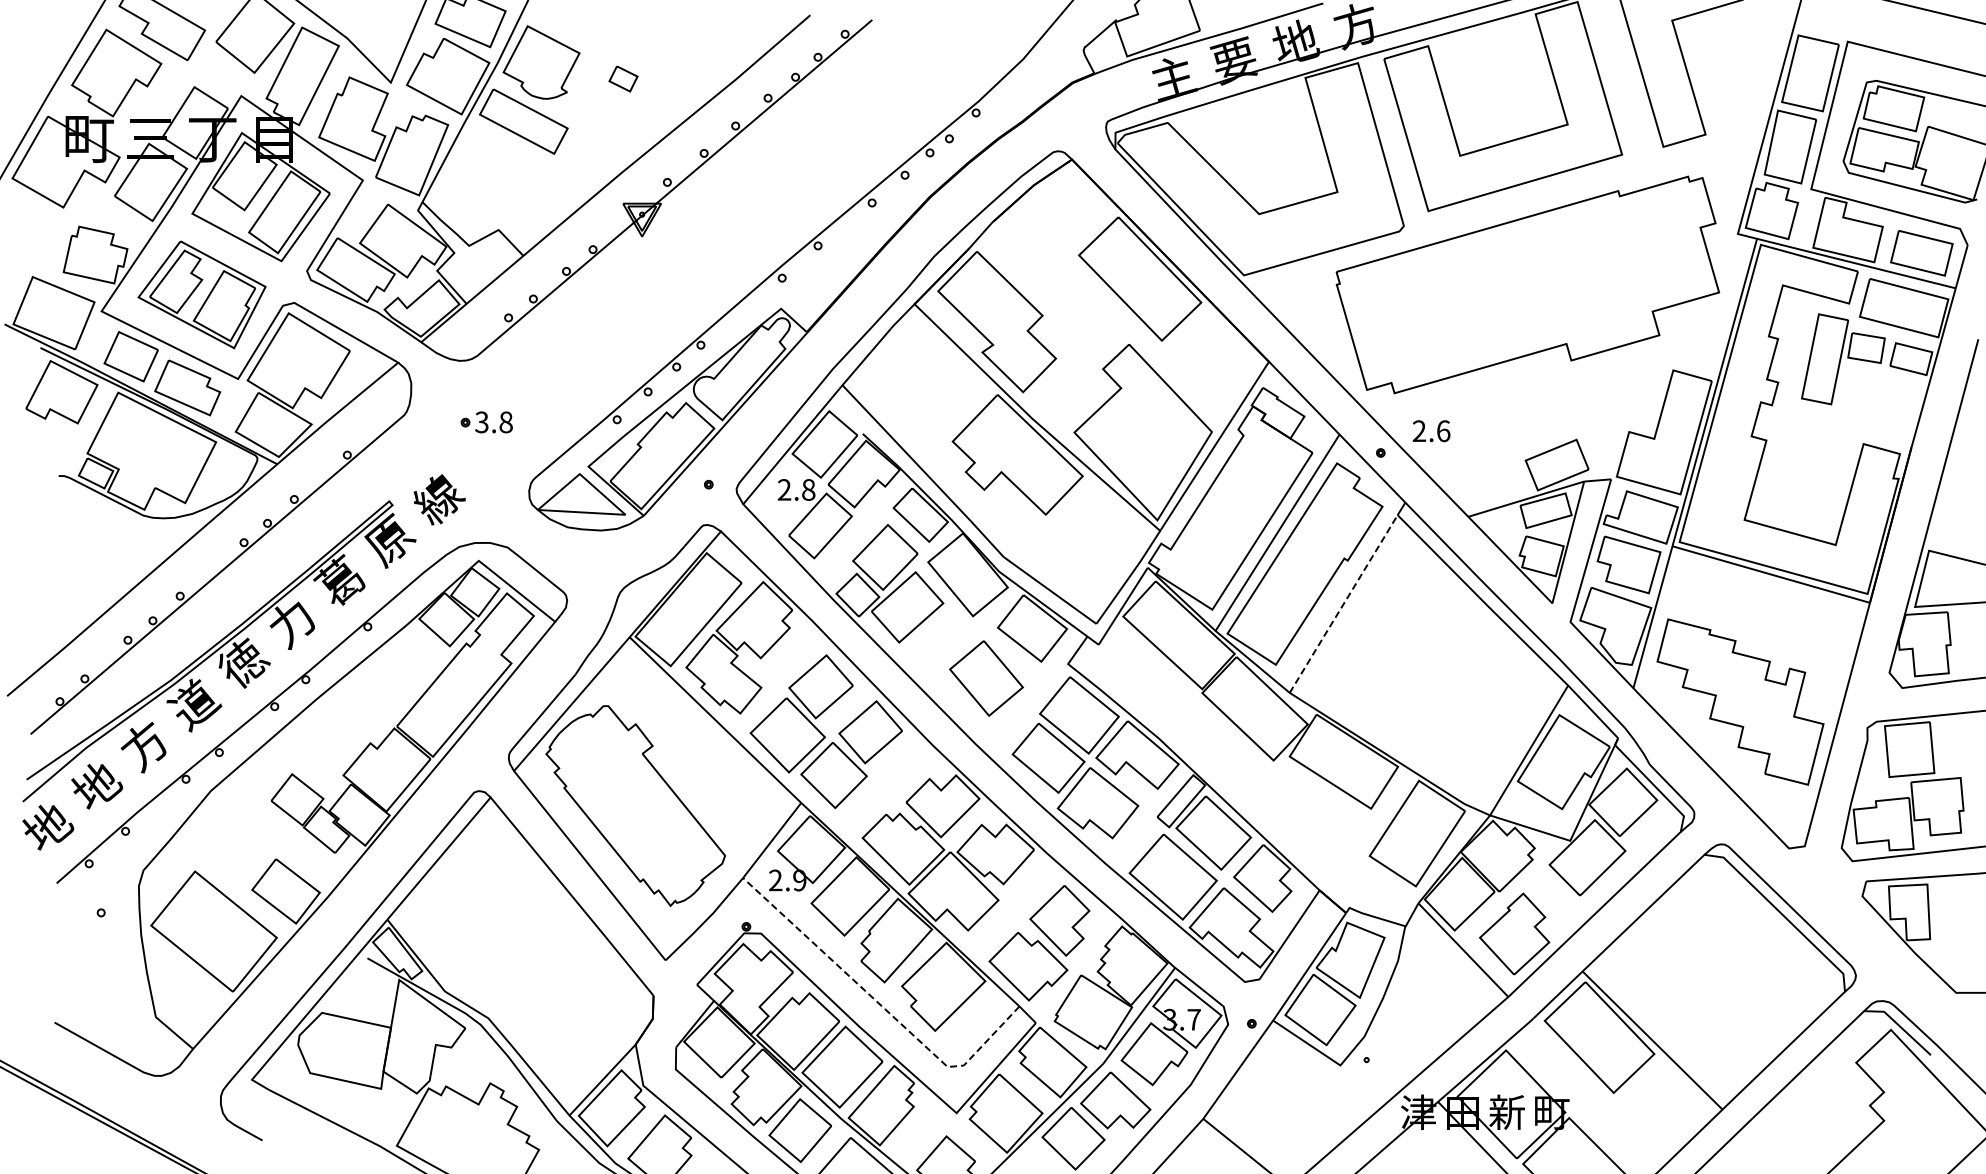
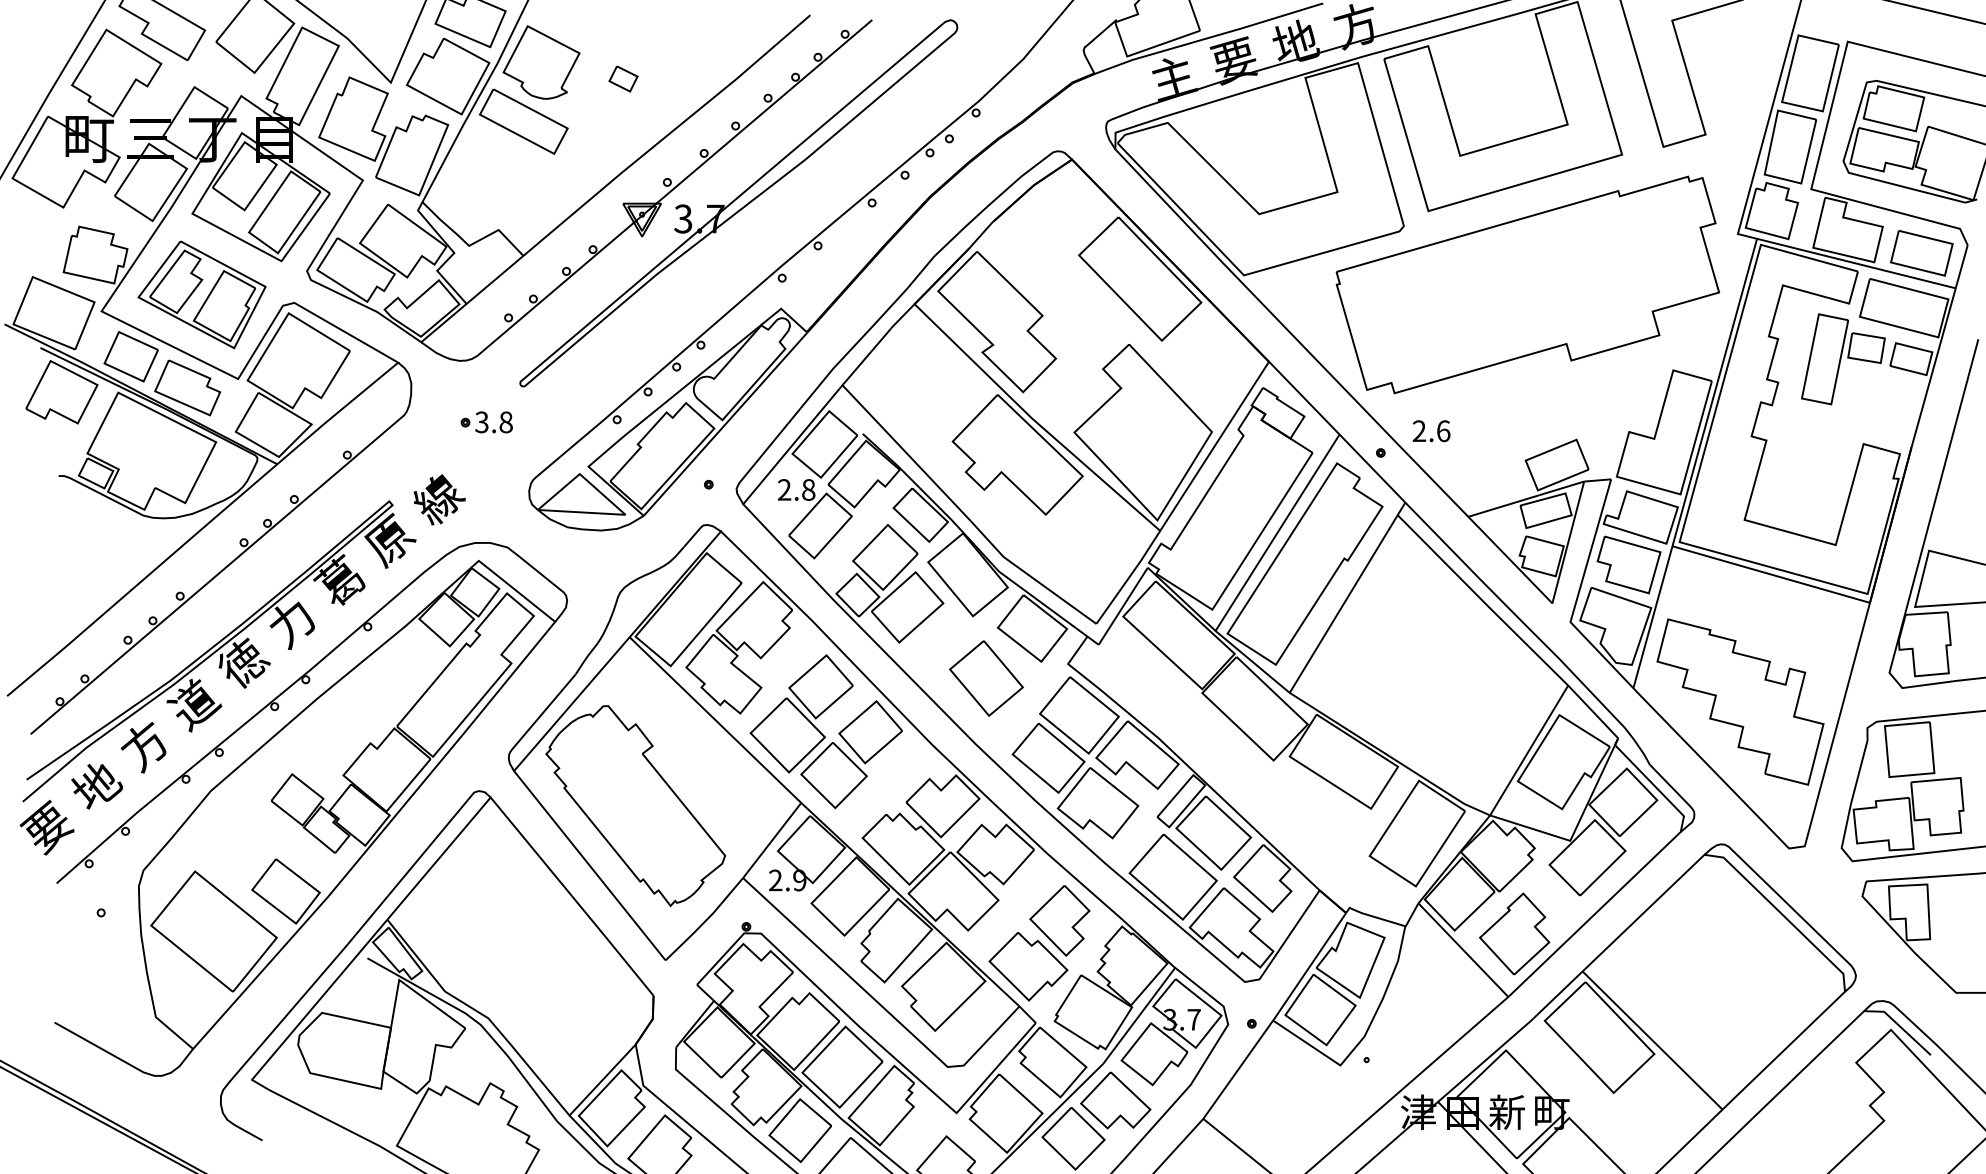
part at (738, 203): none -> present
line at (1343, 604): dashed -> solid
text at (46, 827): 地 -> 要
line at (882, 1006): dashed -> solid
